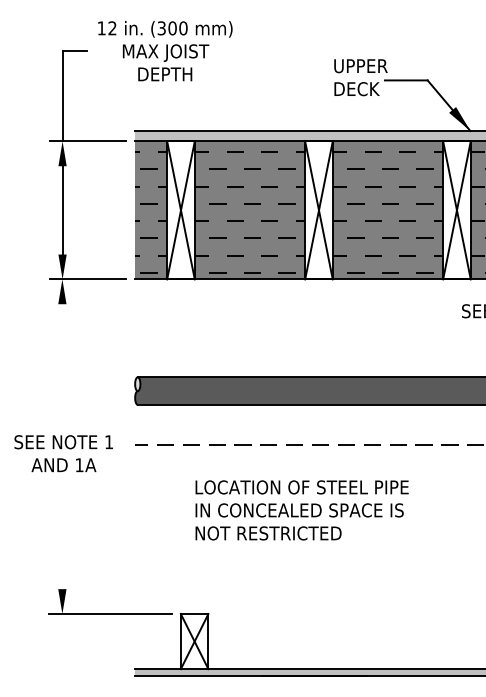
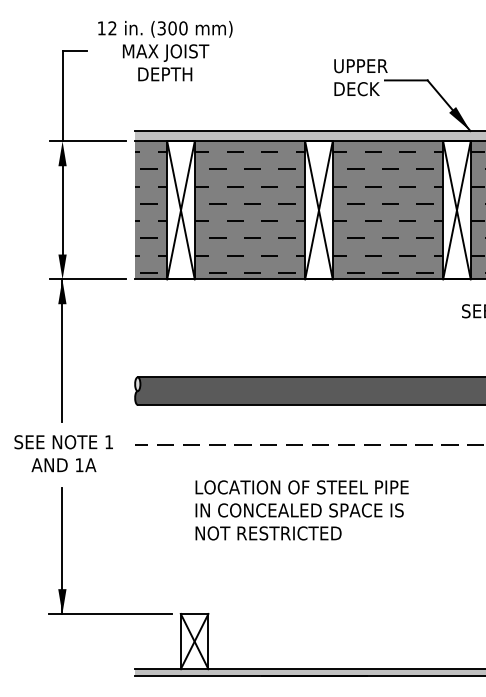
line at (62, 350): none -> present
line at (62, 550): none -> present
